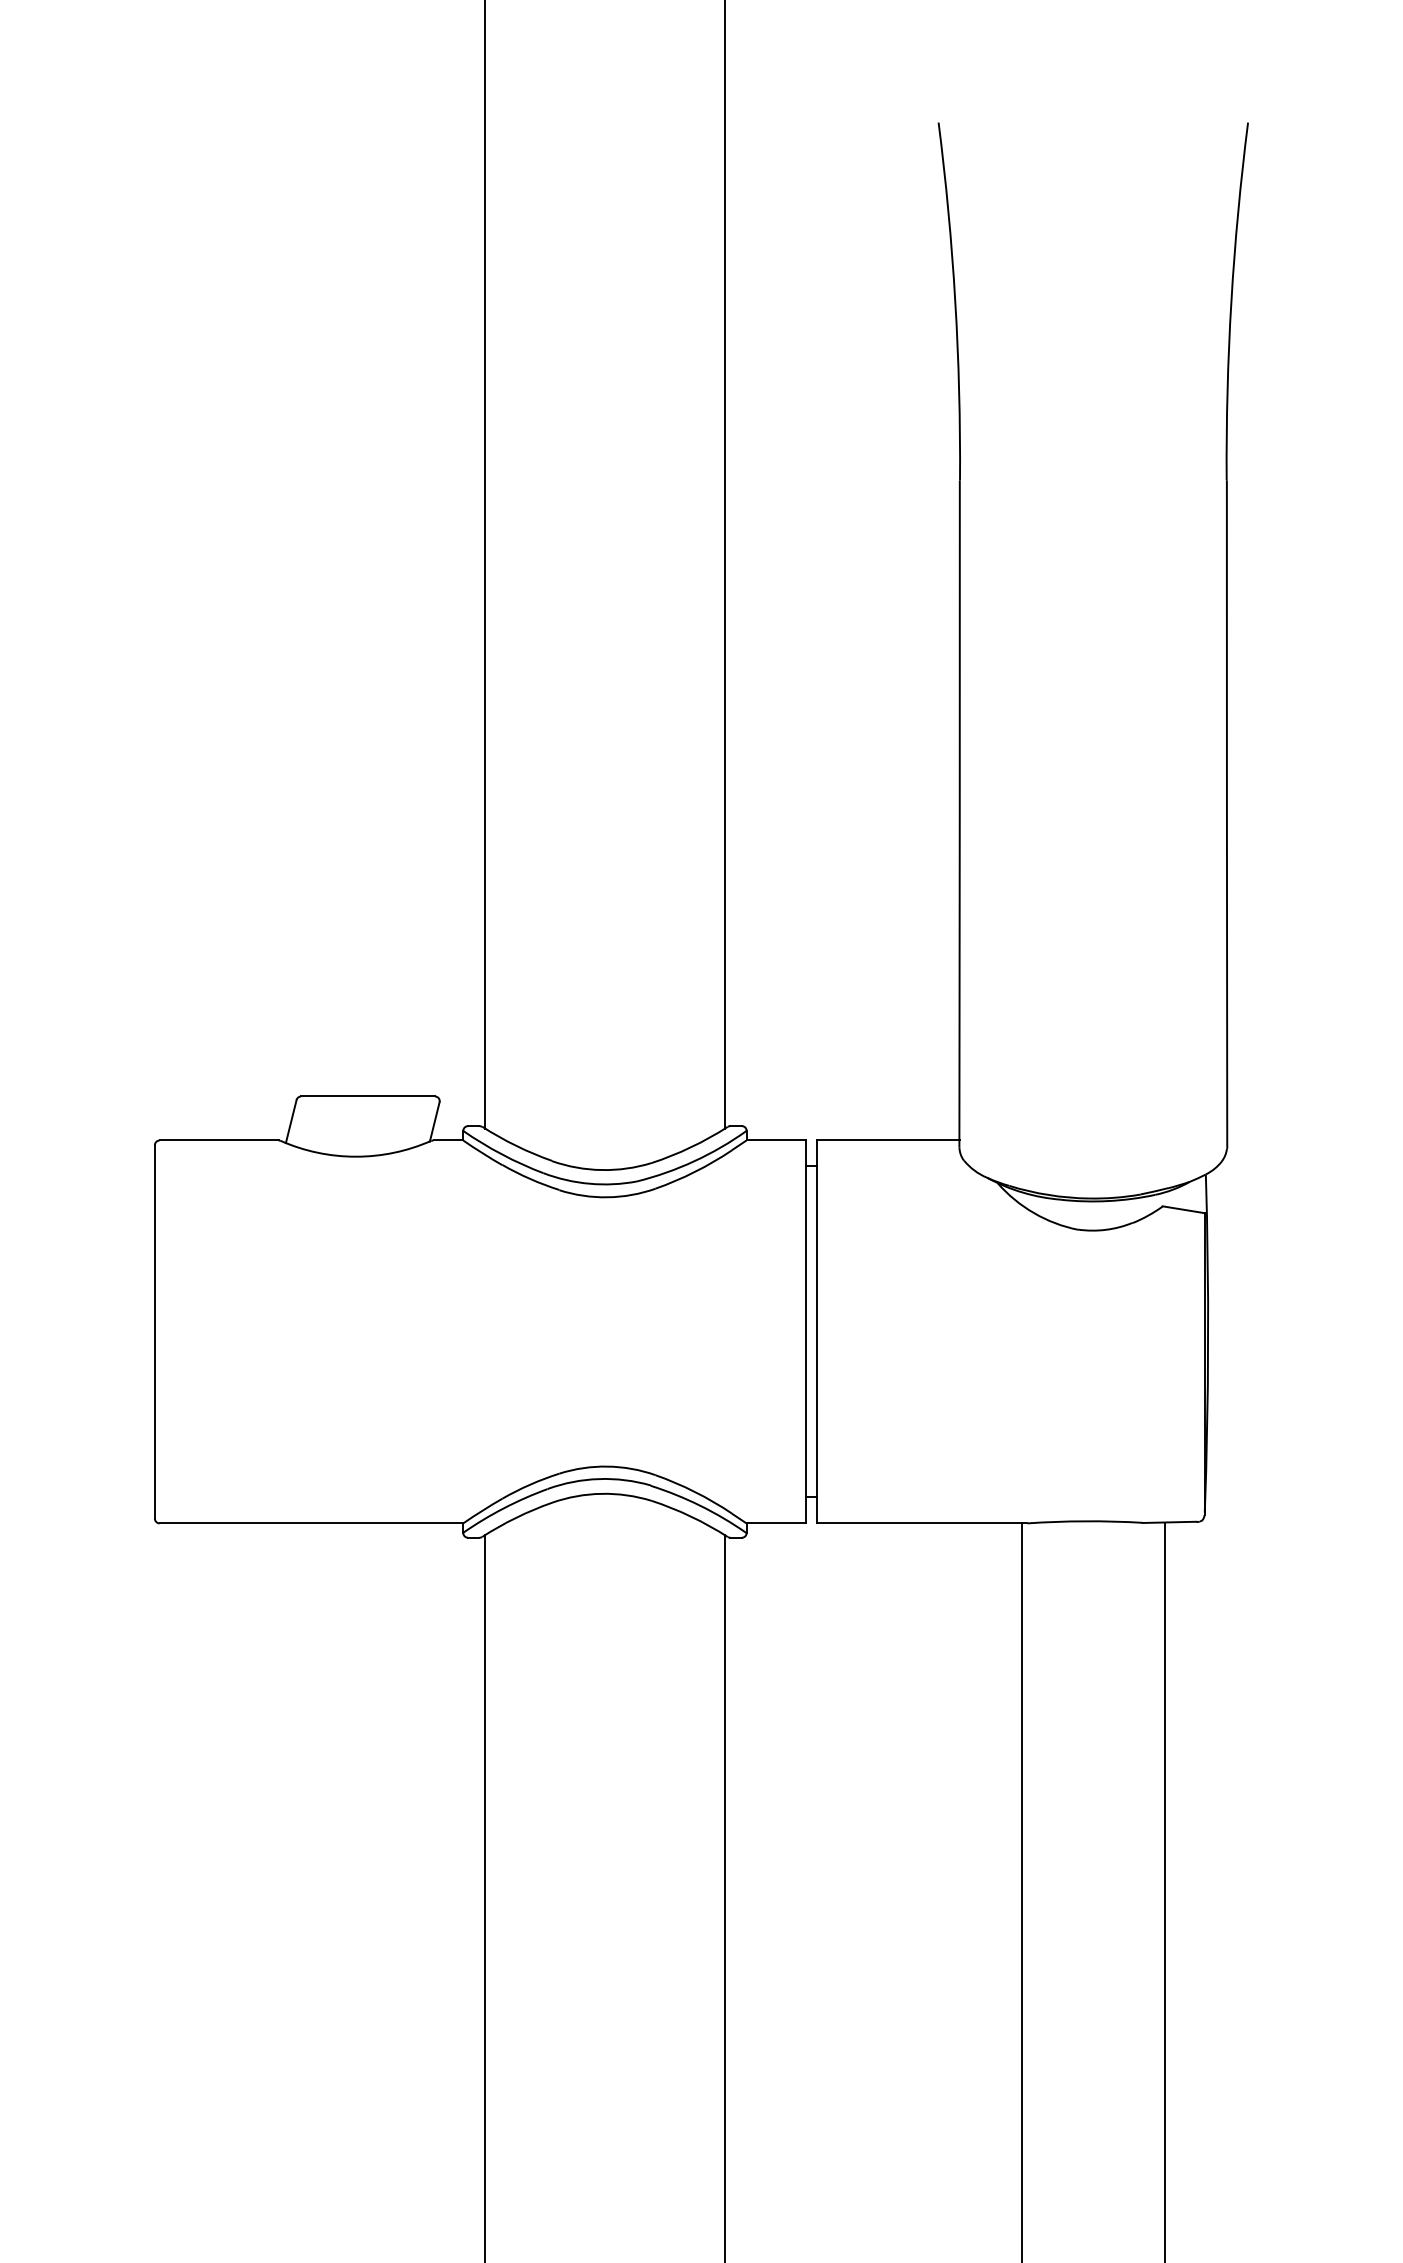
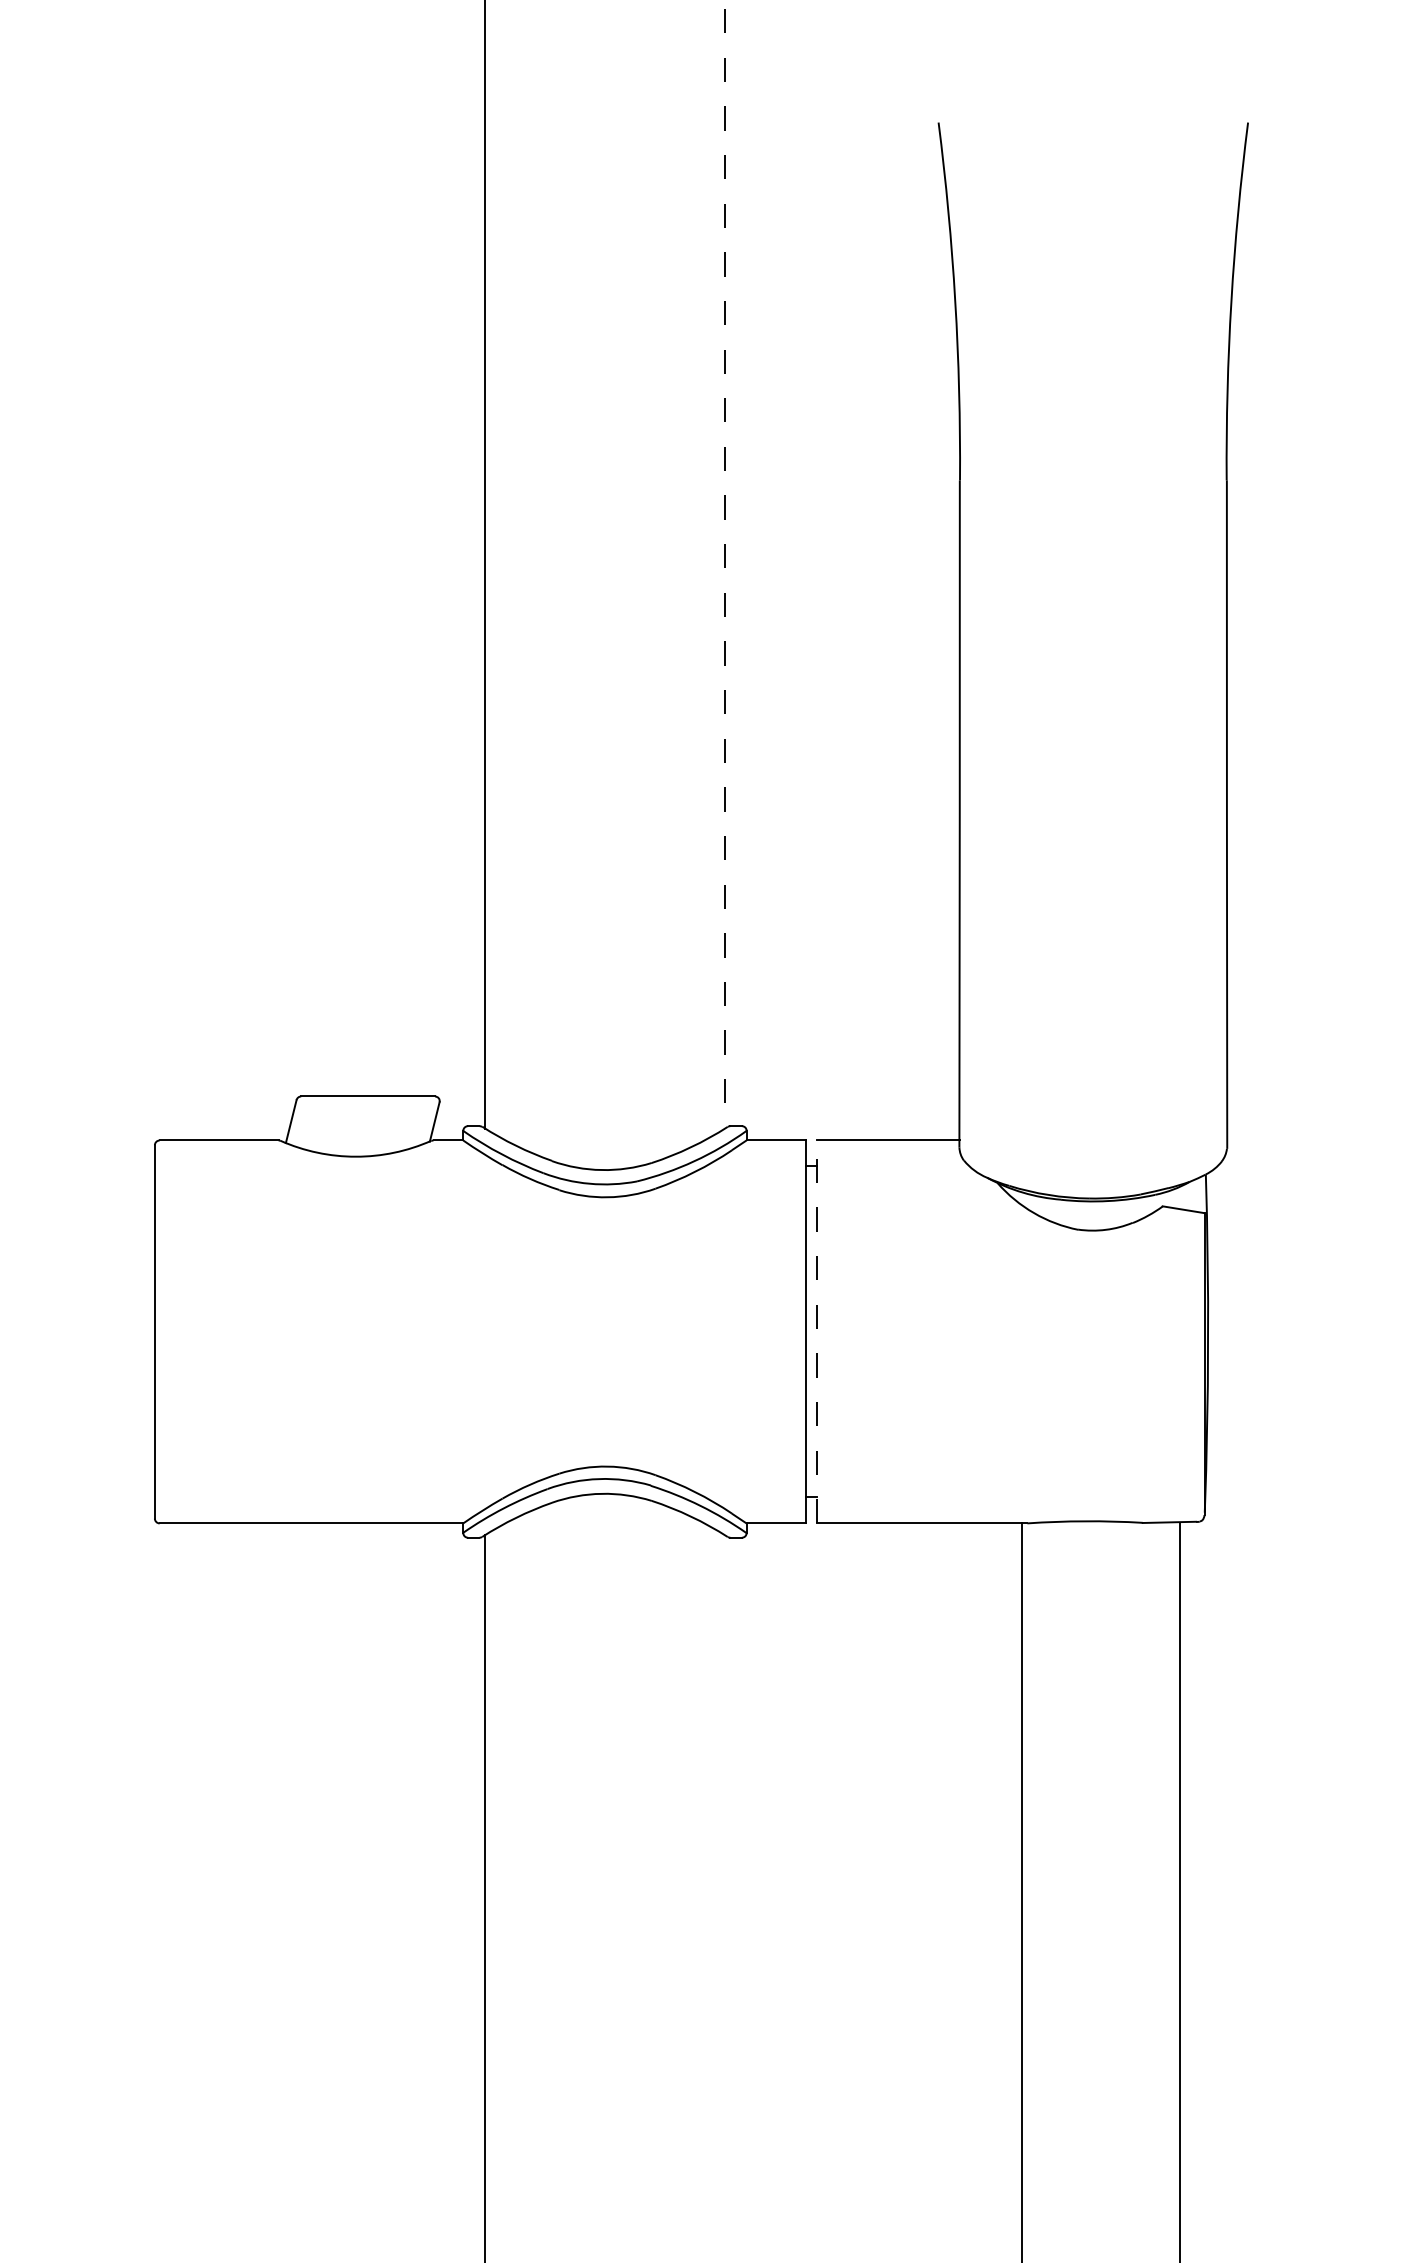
line at (724, 564): solid -> dashed
line at (816, 1331): solid -> dashed
line at (1165, 1890) position: (1165, 1890) -> (1180, 1890)
line at (724, 1897): present -> none
